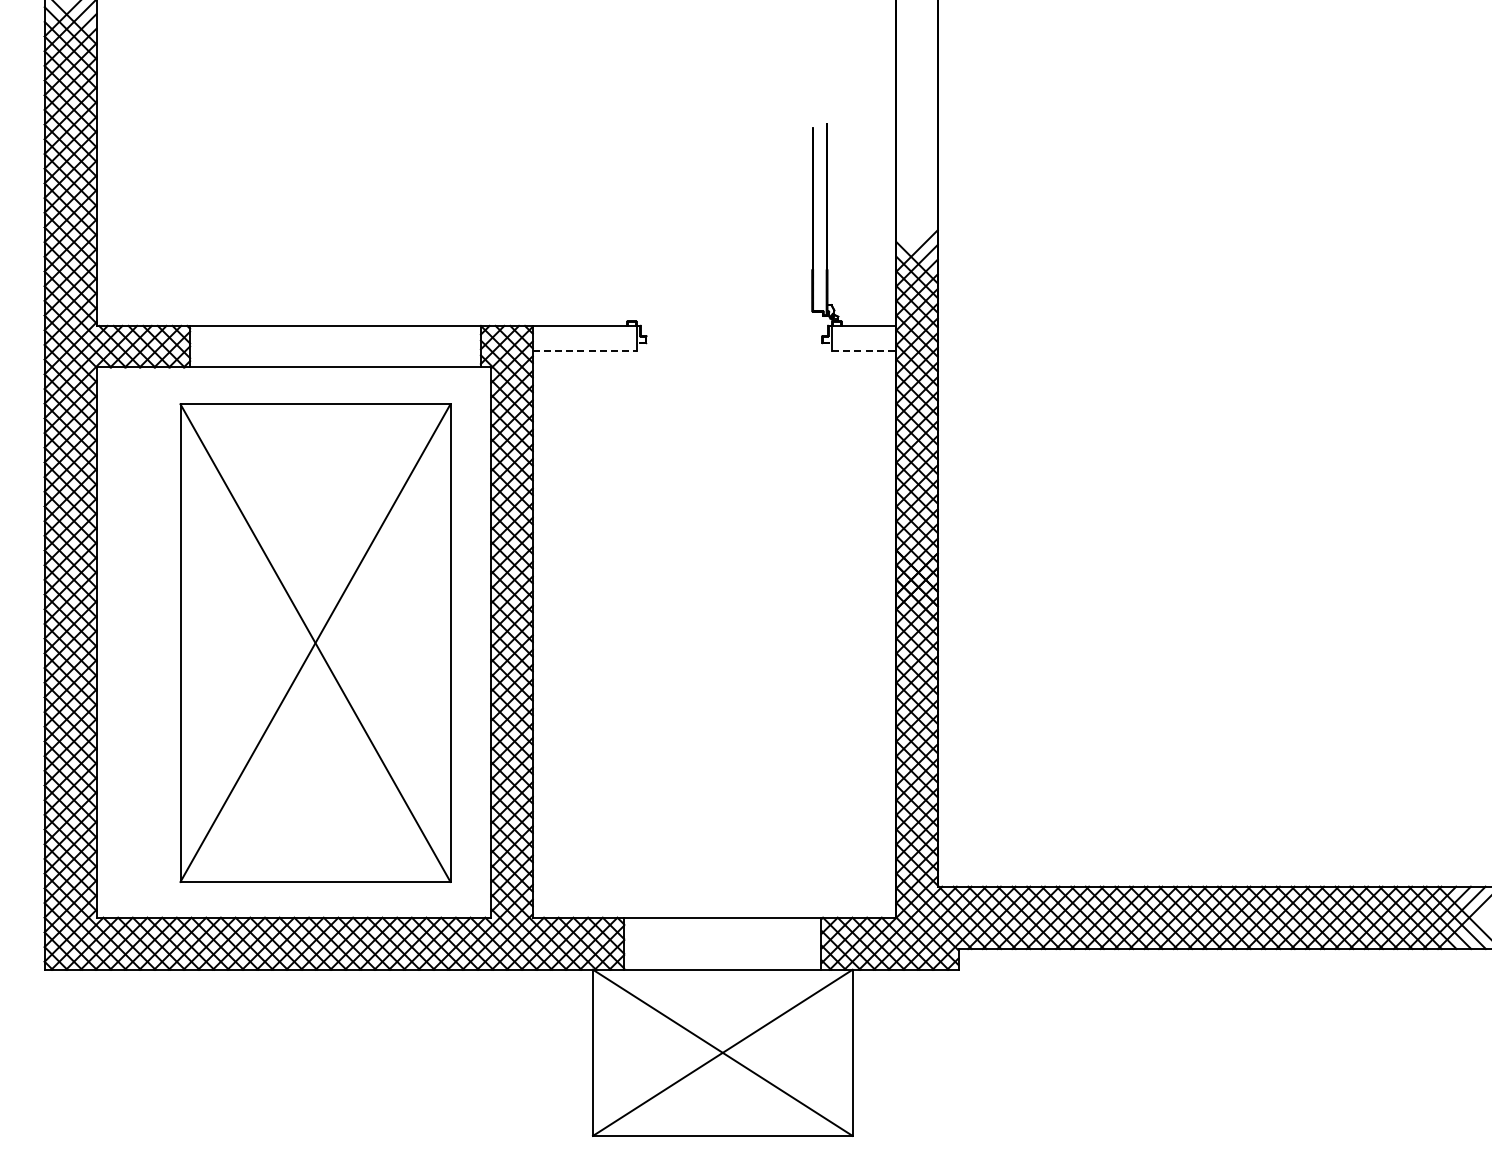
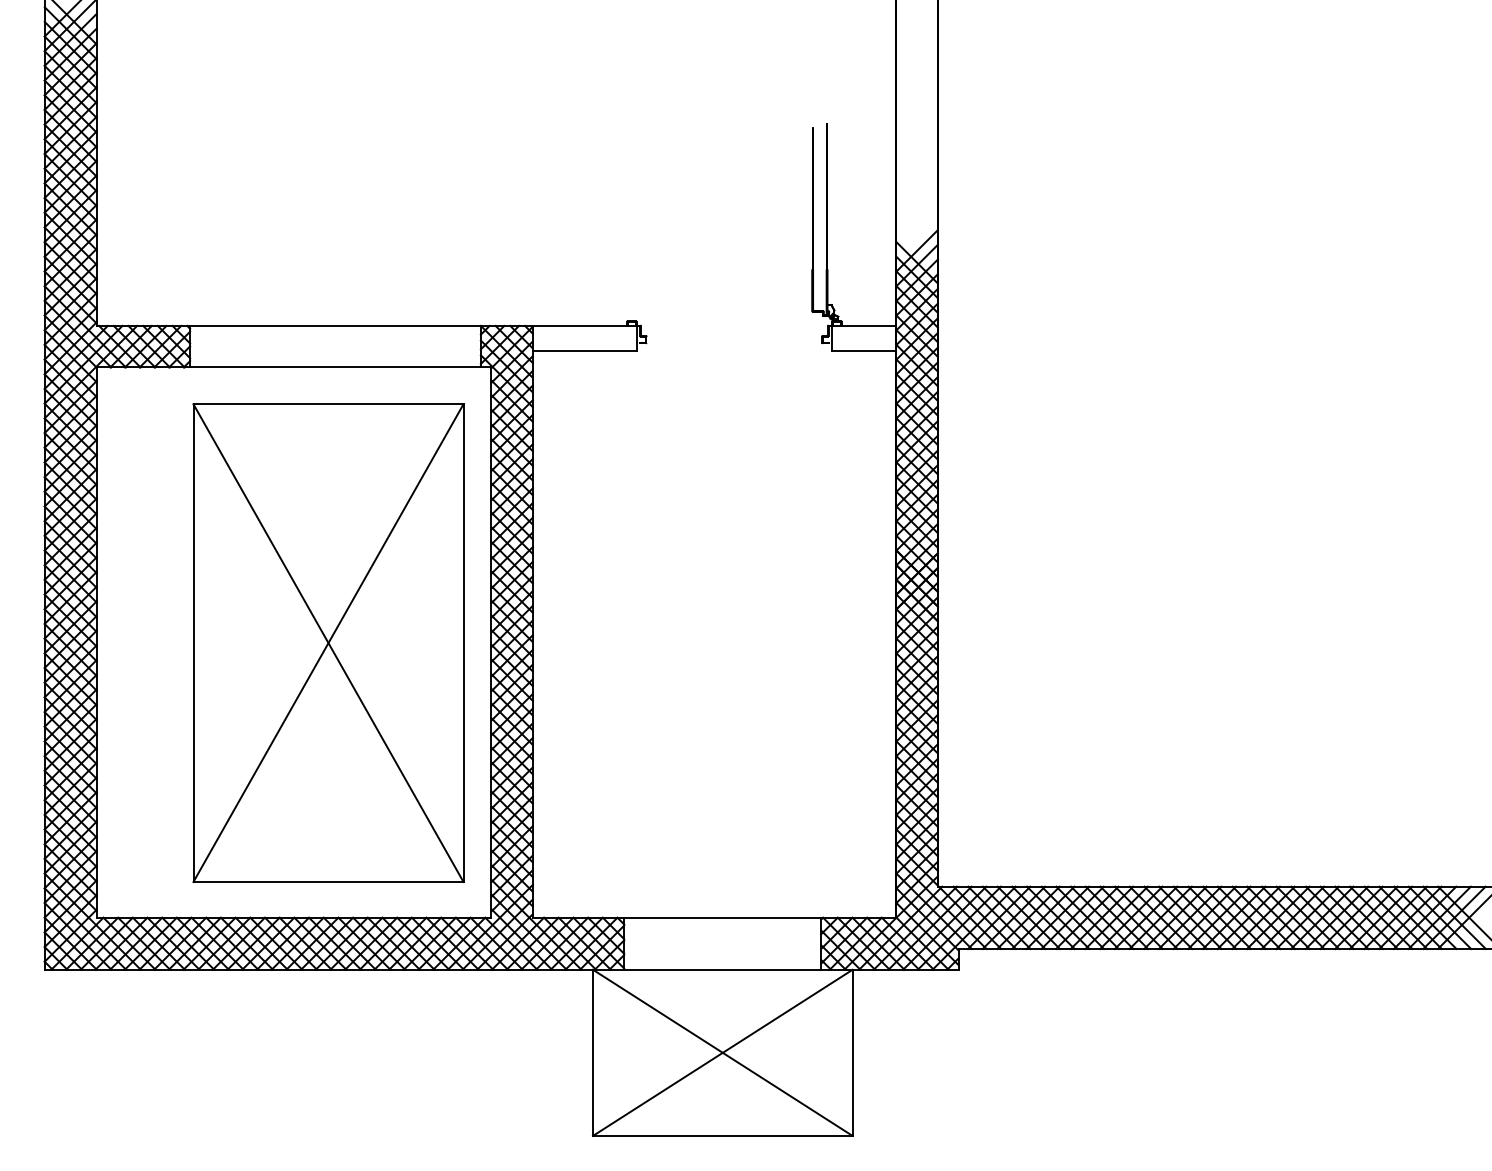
line at (584, 350): dashed -> solid
line at (864, 350): dashed -> solid
part at (315, 642) position: (315, 642) -> (328, 642)
